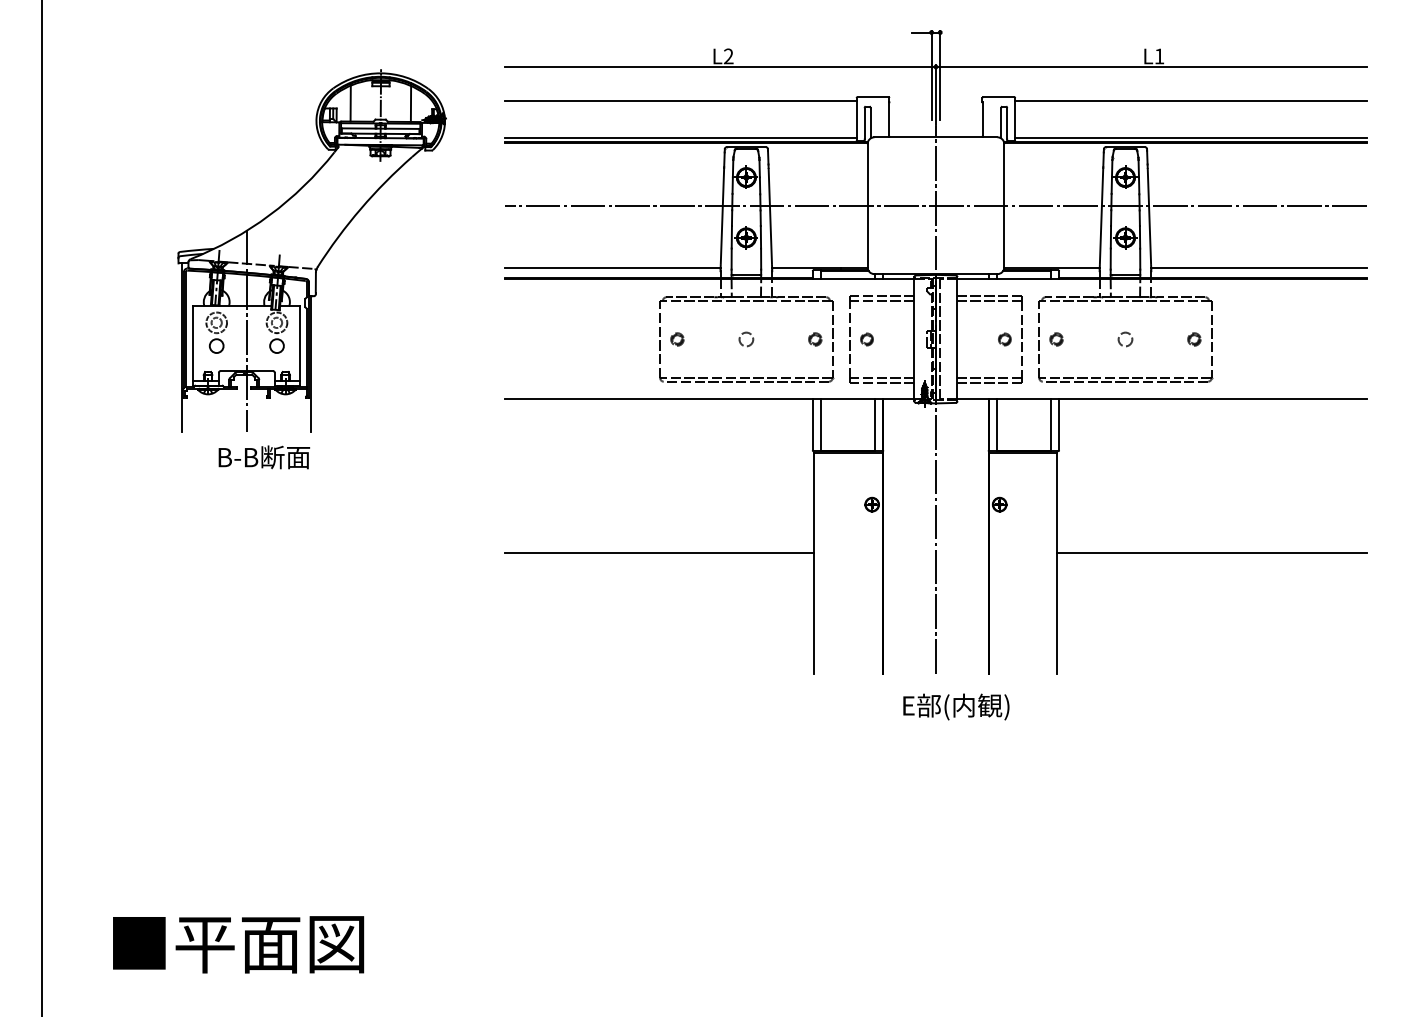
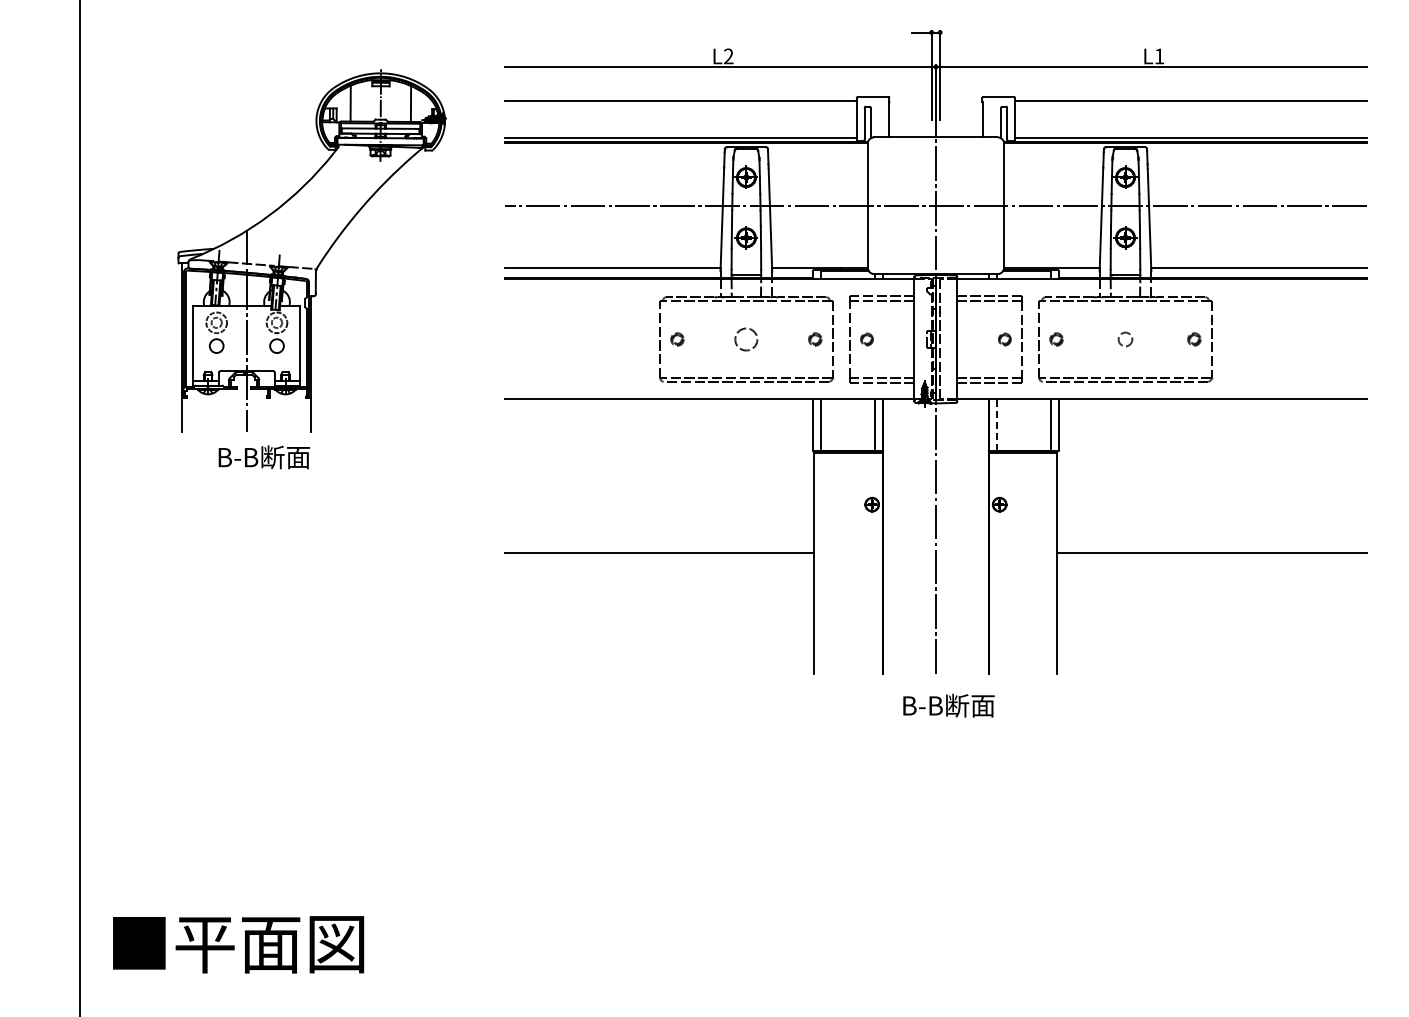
circle at (746, 339) size: 17x17 px -> 25x25 px
line at (997, 425): solid -> dashed
line at (42, 507) position: (42, 507) -> (80, 507)
text at (957, 706): E部(内観) -> B-B断面
